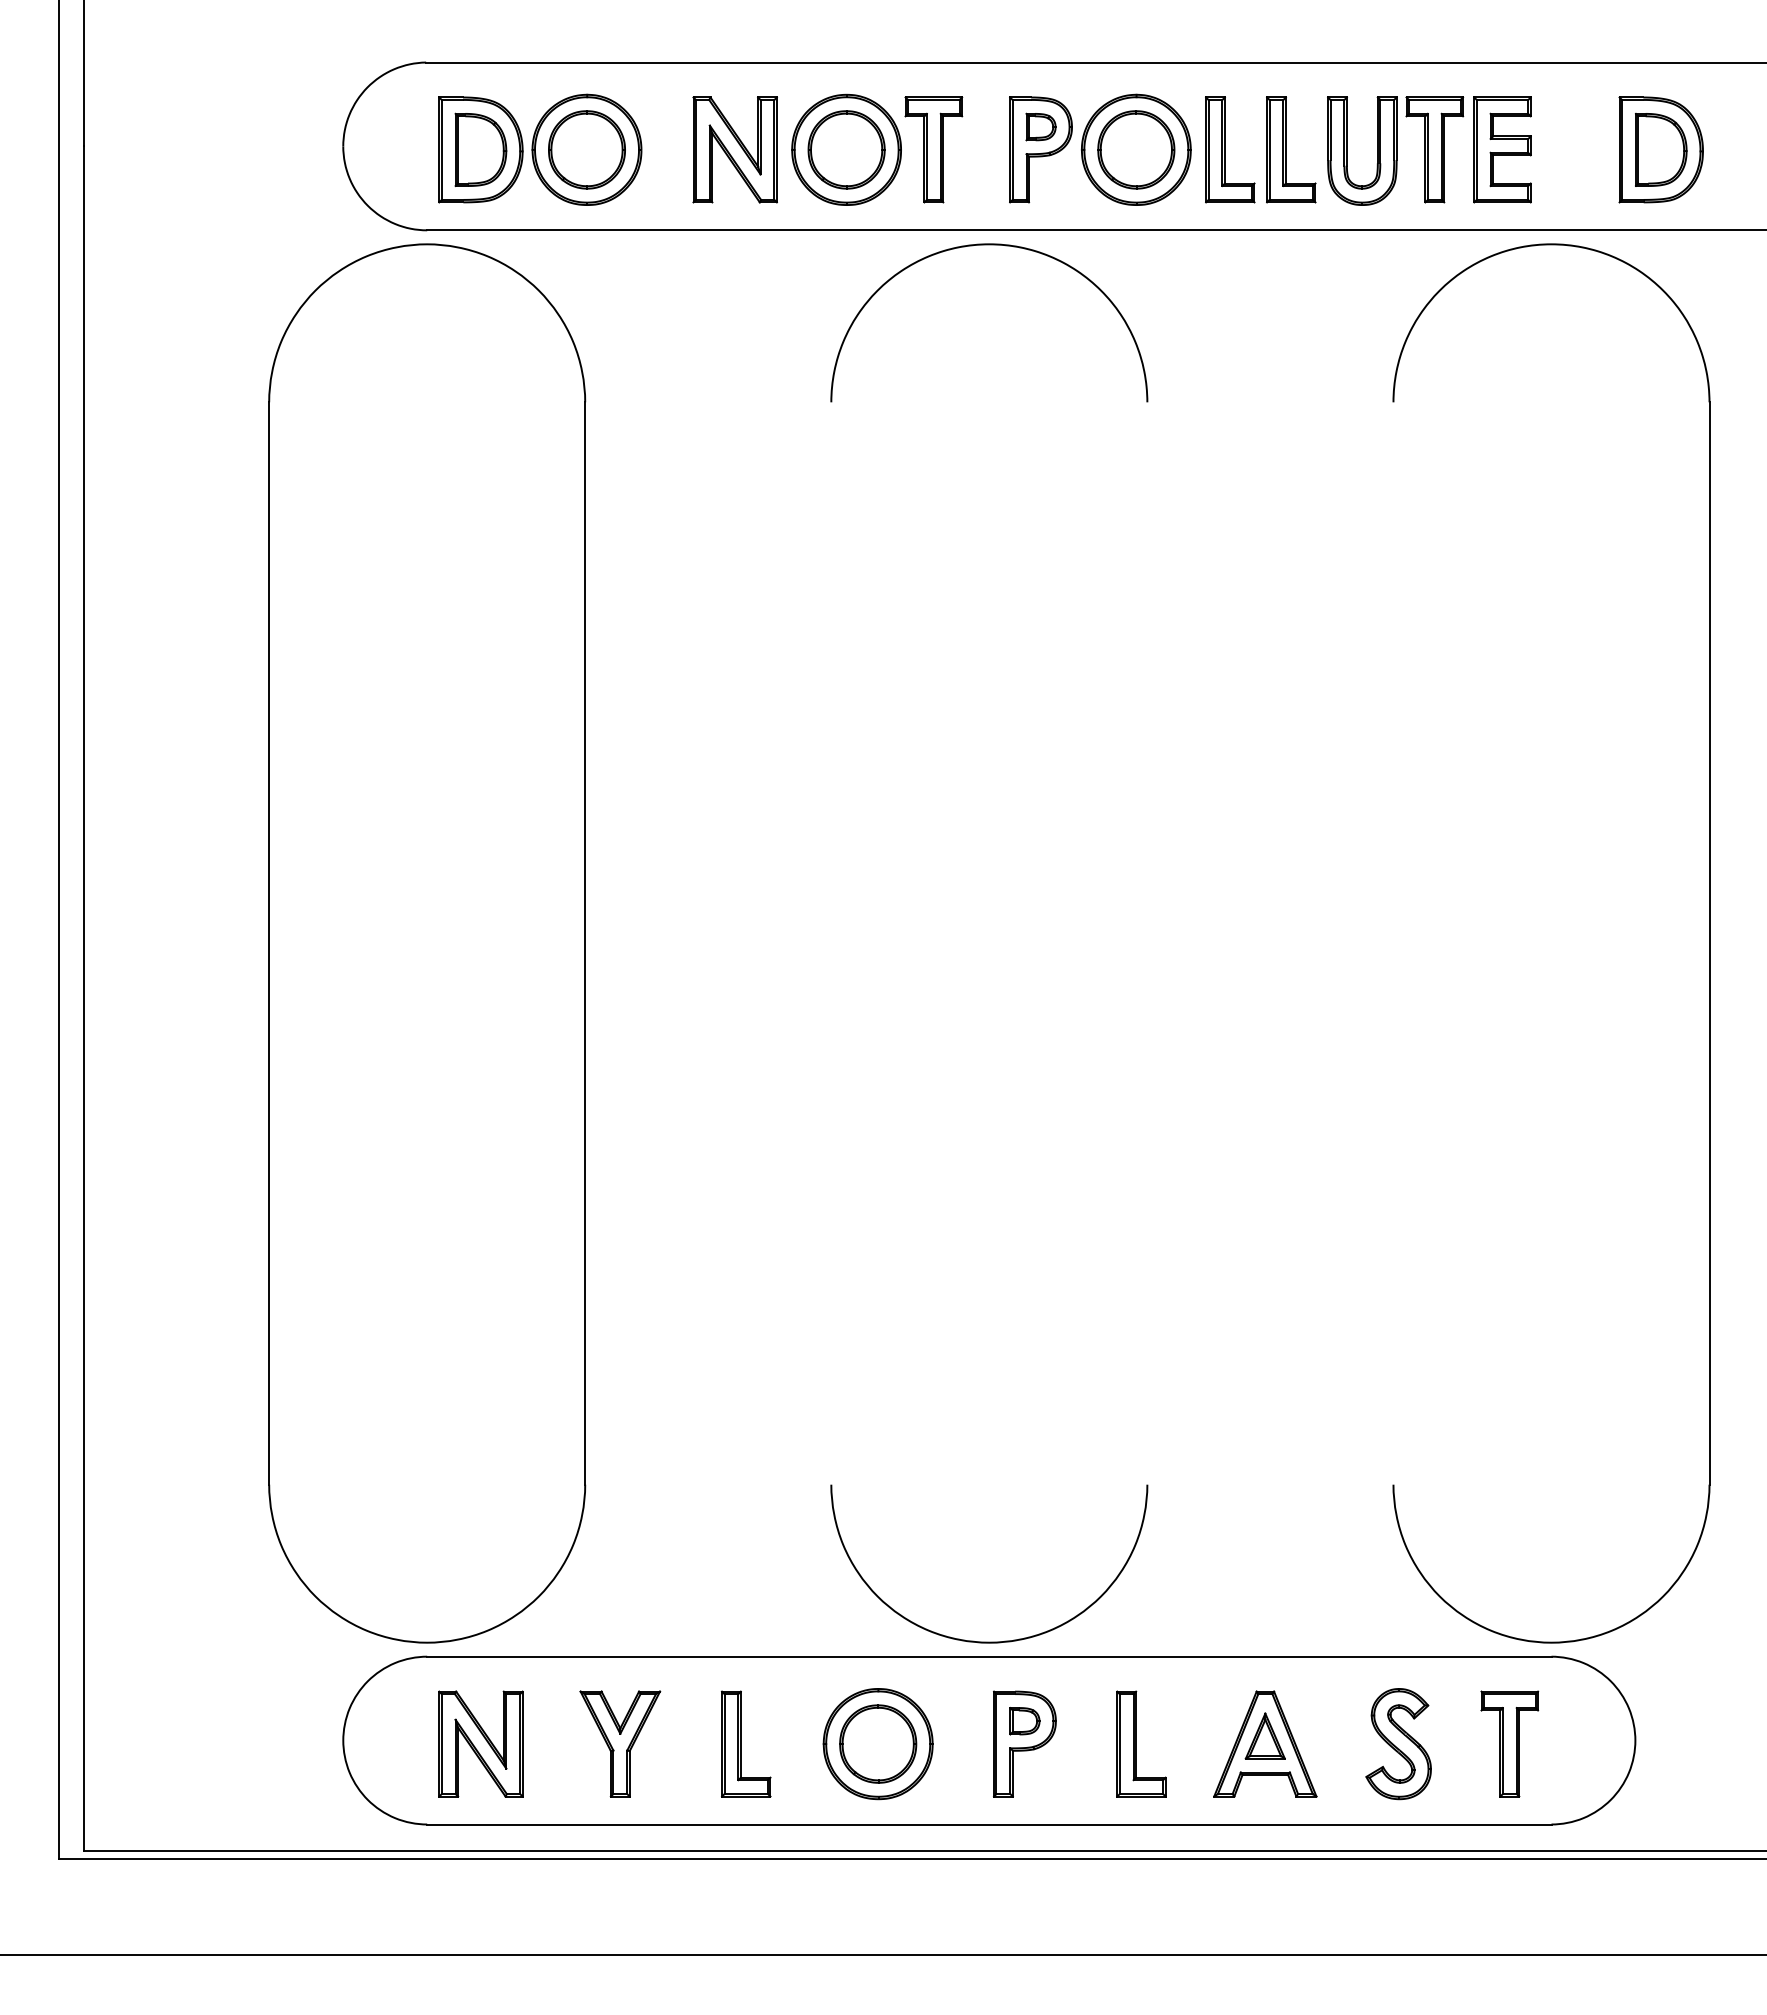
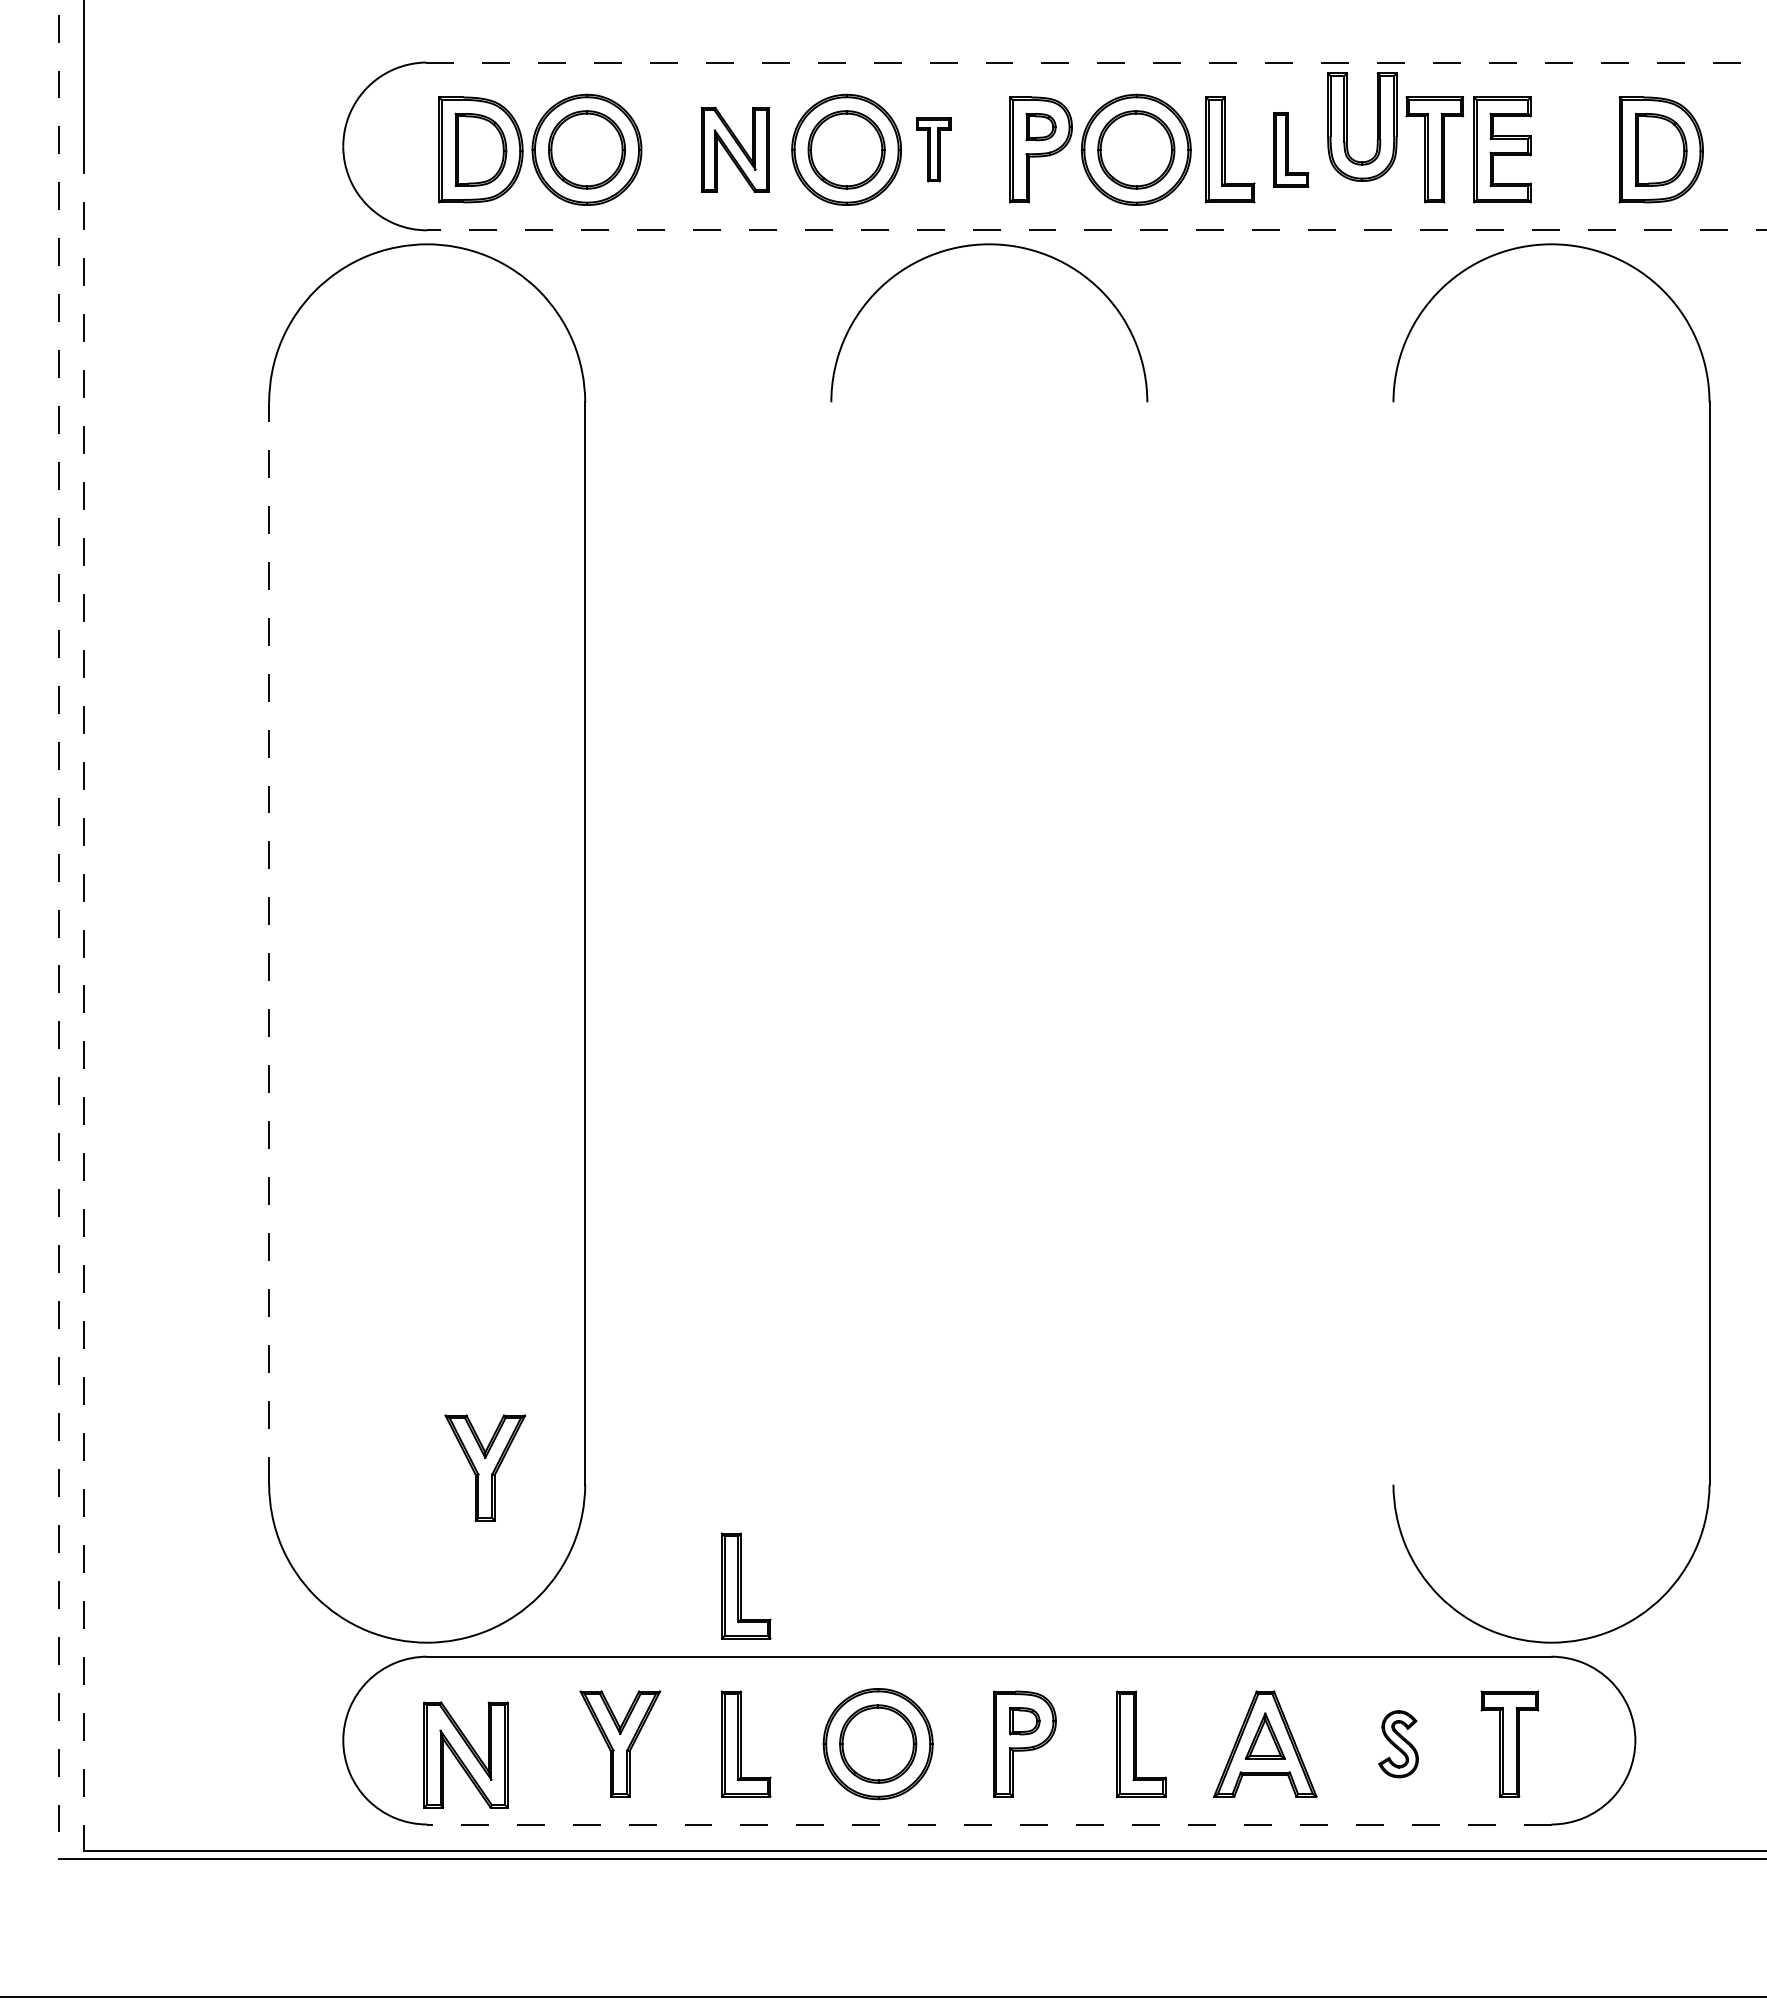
line at (1096, 62): solid -> dashed
part at (734, 149) size: 86x108 px -> 70x87 px
part at (933, 149) size: 60x108 px -> 37x66 px
part at (1291, 149) size: 51x108 px -> 37x76 px
part at (1347, 150) position: (1347, 150) -> (1347, 126)
line at (1096, 230): solid -> dashed
line at (58, 930): solid -> dashed
line at (269, 943): solid -> dashed
line at (84, 999): solid -> dashed
part at (485, 1467): none -> present
part at (746, 1585): none -> present
curve at (989, 1641): present -> none
part at (480, 1743) position: (480, 1743) -> (465, 1754)
part at (1398, 1744) size: 67x113 px -> 41x69 px
line at (988, 1824): solid -> dashed
line at (882, 1954) position: (882, 1954) -> (882, 1996)
